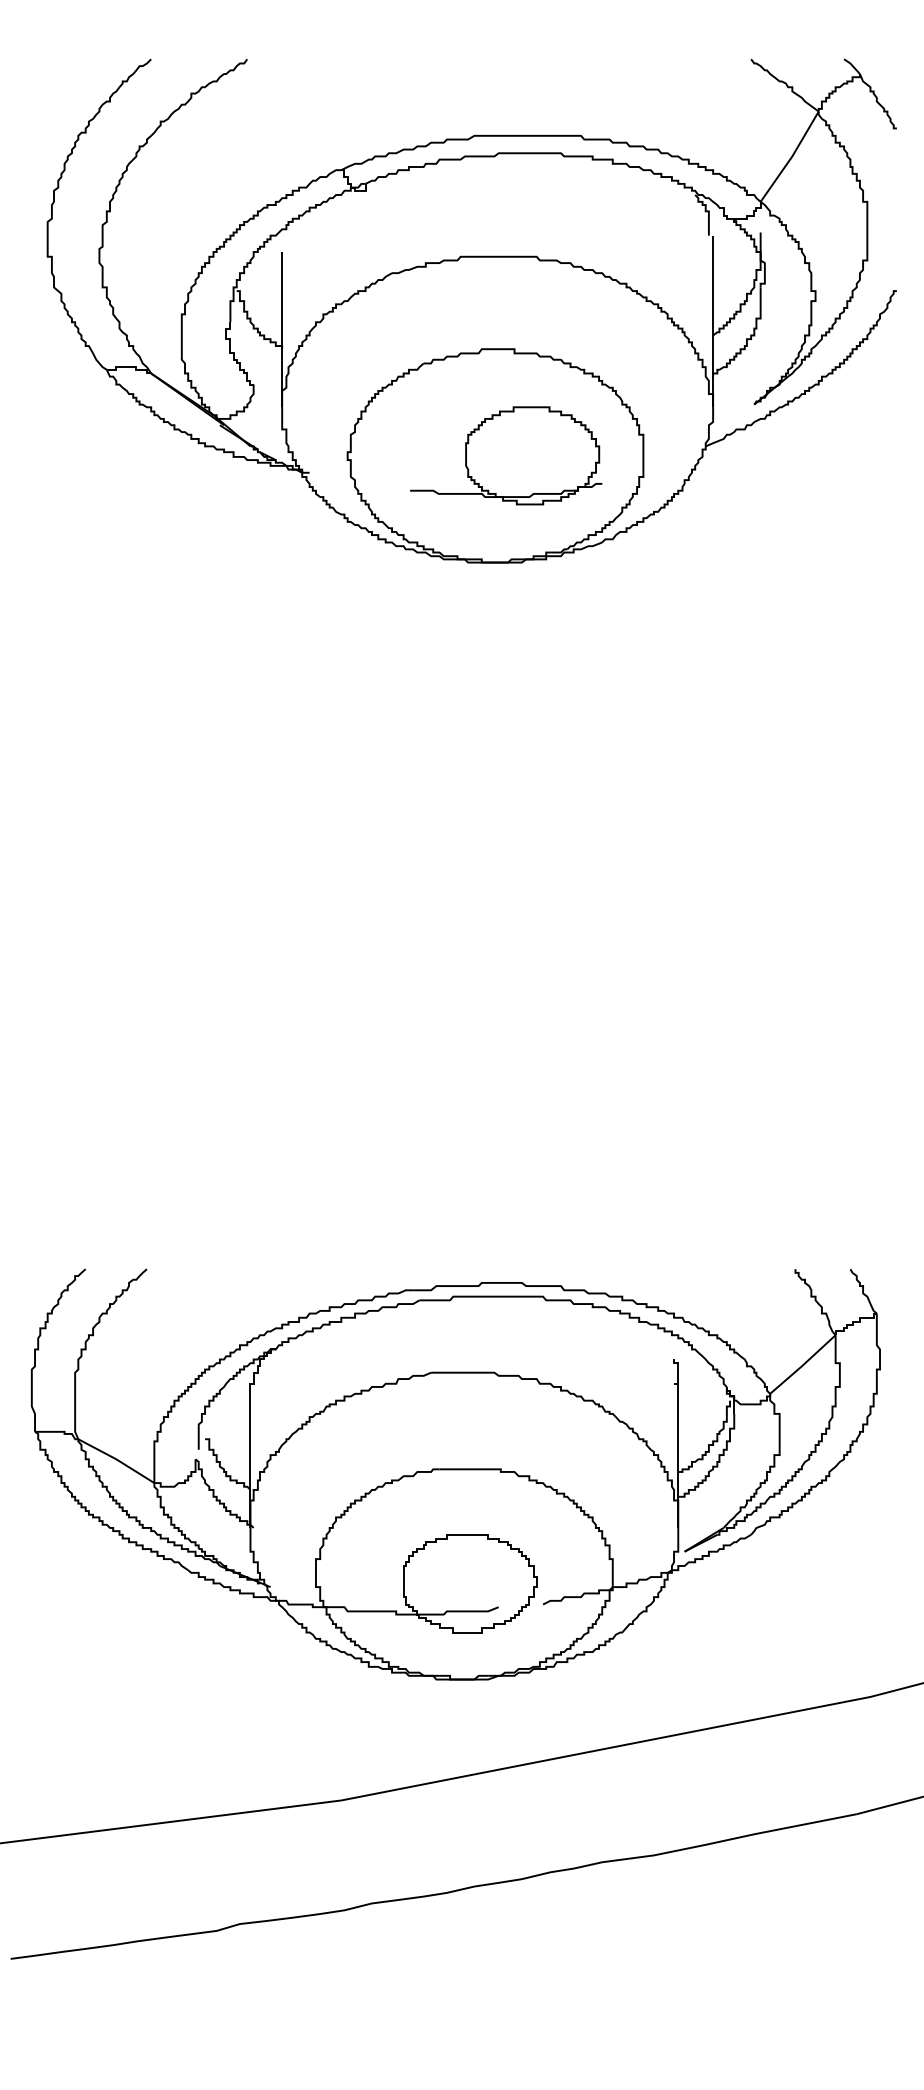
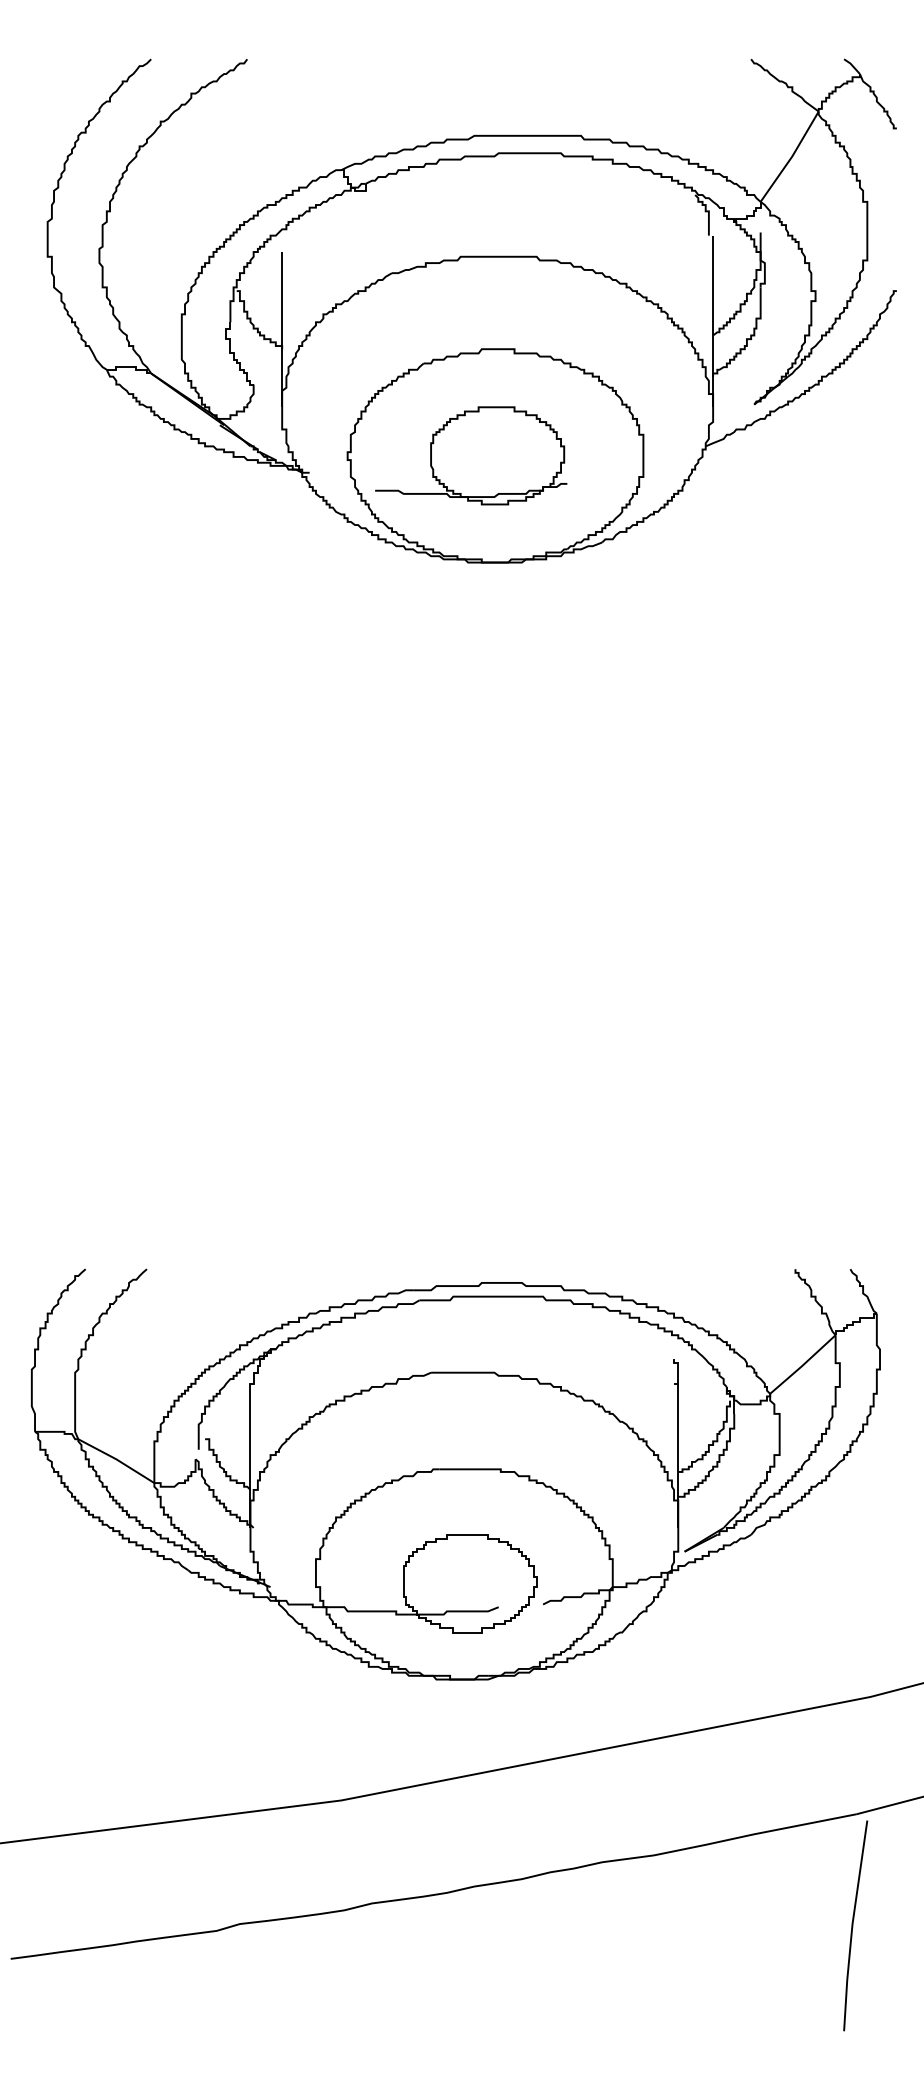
part at (506, 455) position: (506, 455) -> (471, 455)
line at (853, 1925): none -> present
